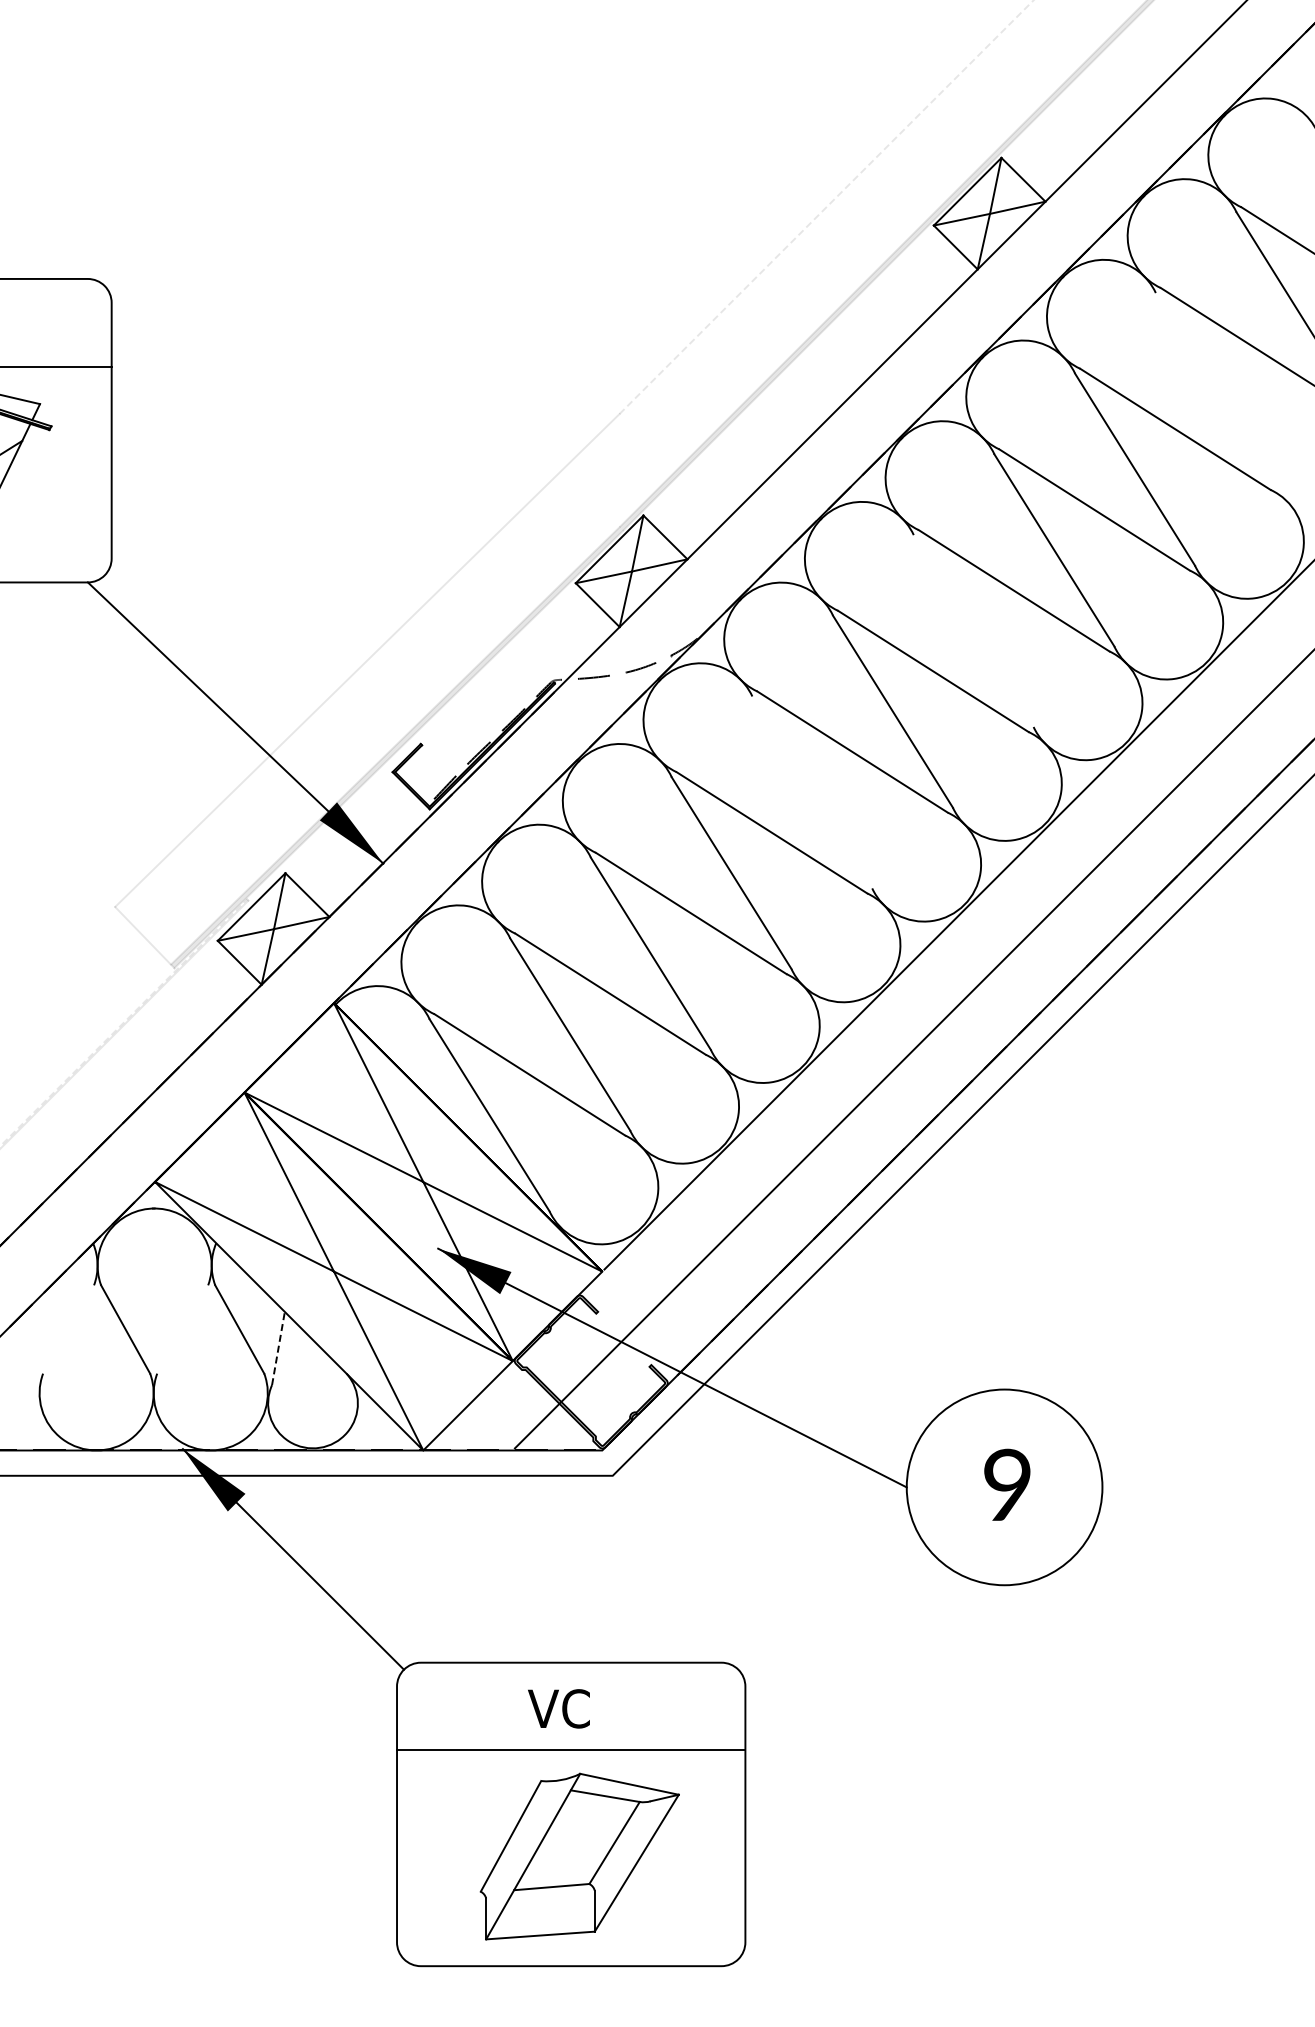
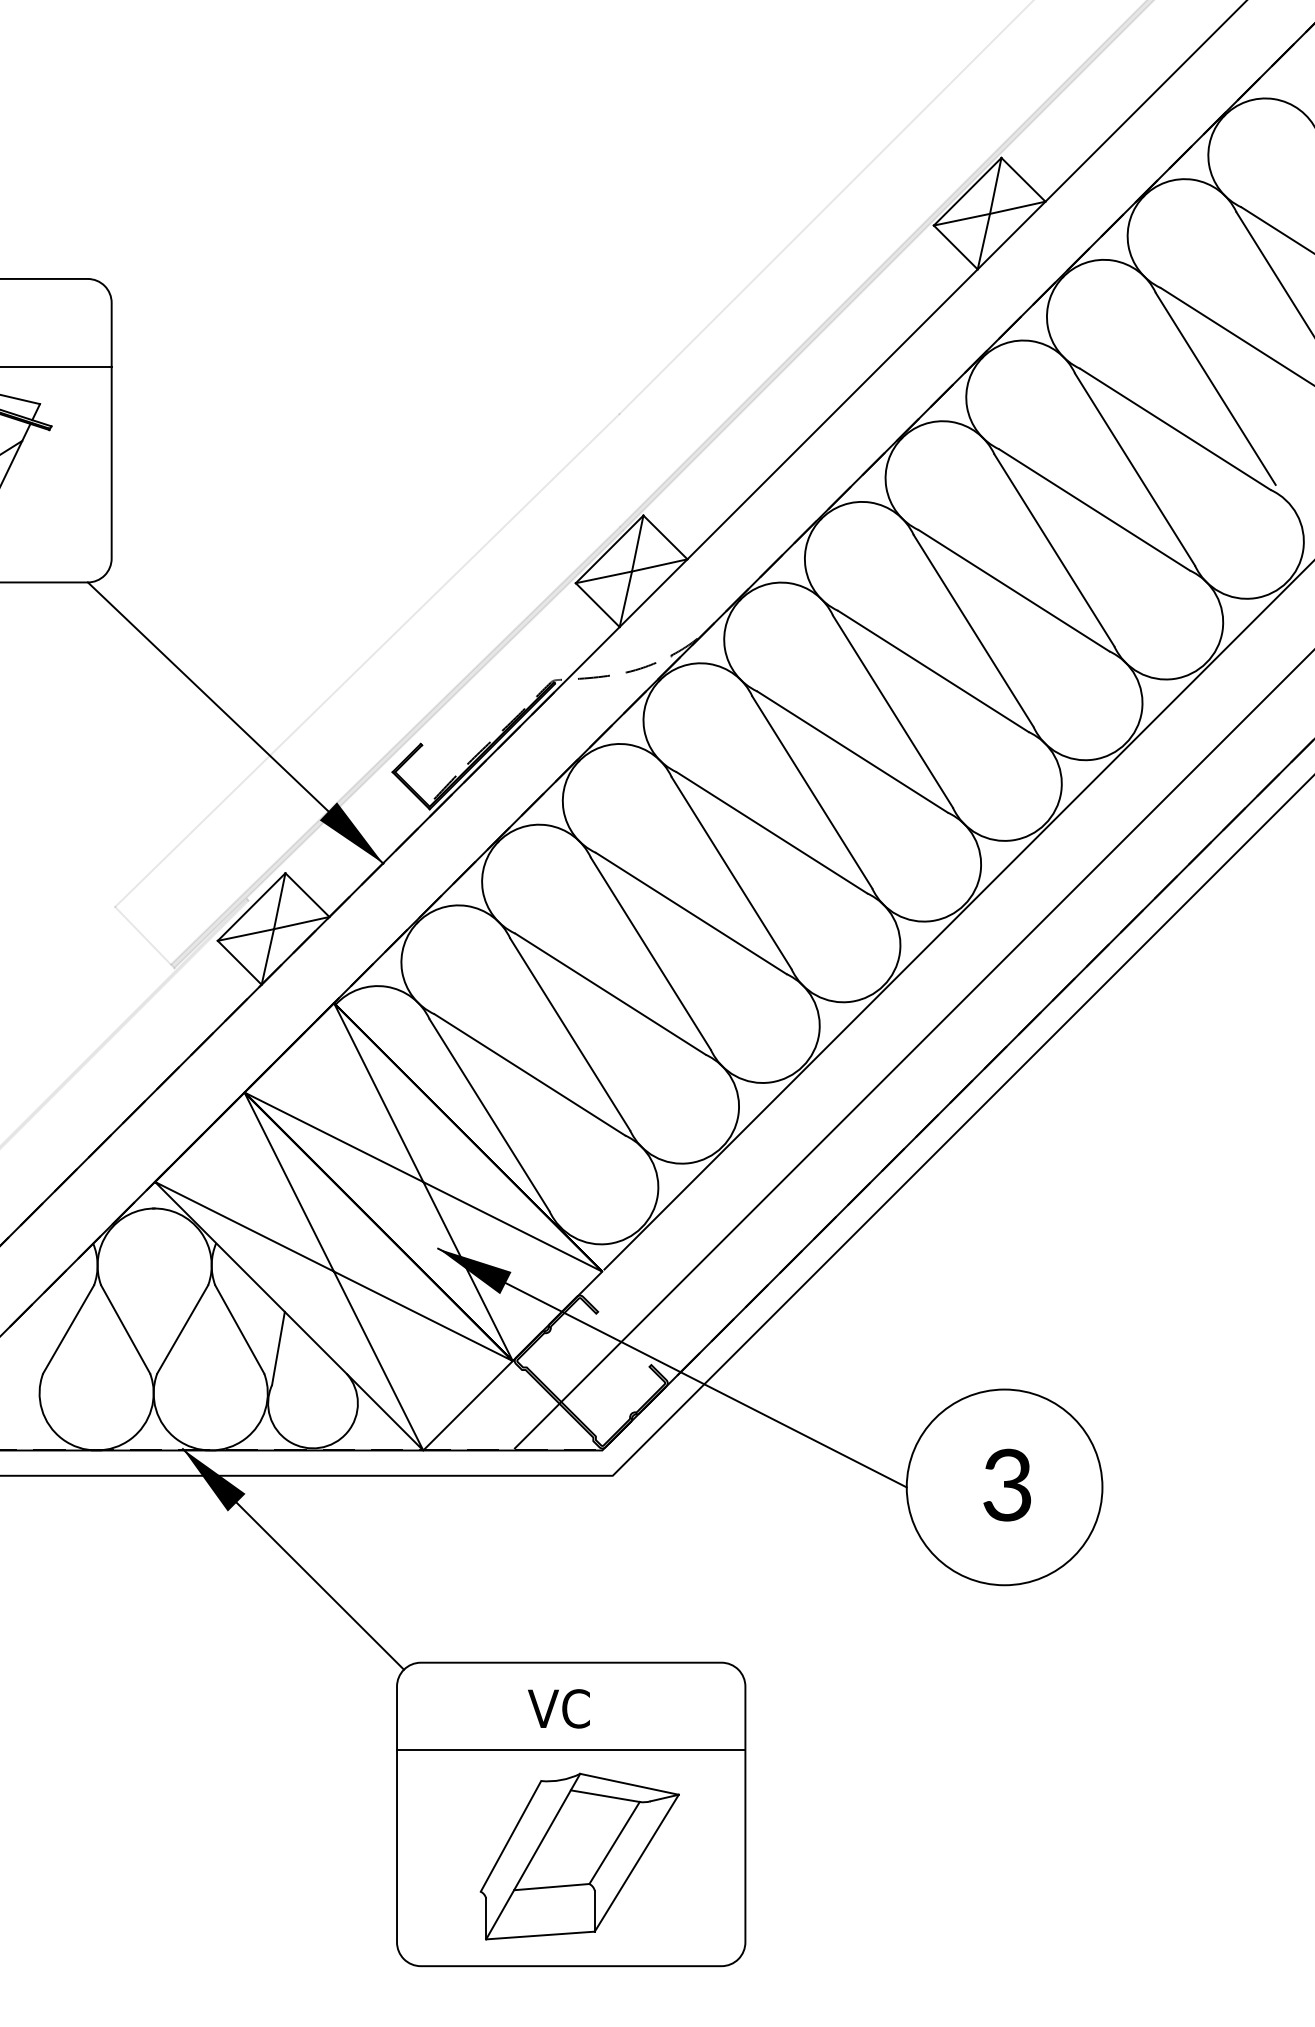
line at (826, 207): dashed -> solid
line at (1215, 388): none -> present
line at (973, 631): none -> present
line at (812, 792): none -> present
line at (124, 1022): dashed -> solid
line at (68, 1329): none -> present
line at (182, 1329): none -> present
line at (278, 1348): dashed -> solid
text at (1007, 1484): 9 -> 3
